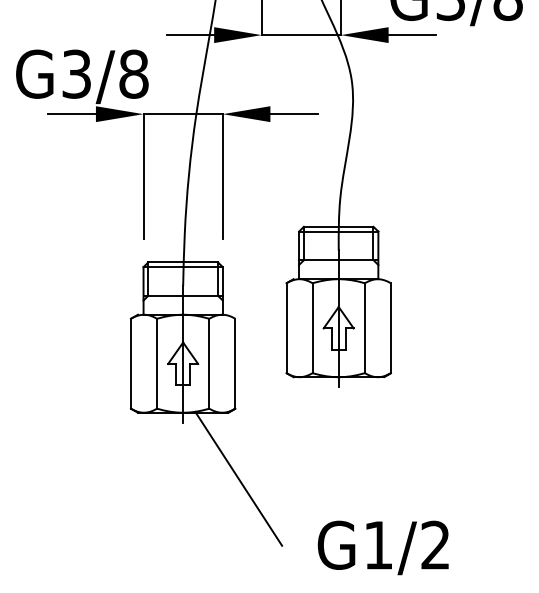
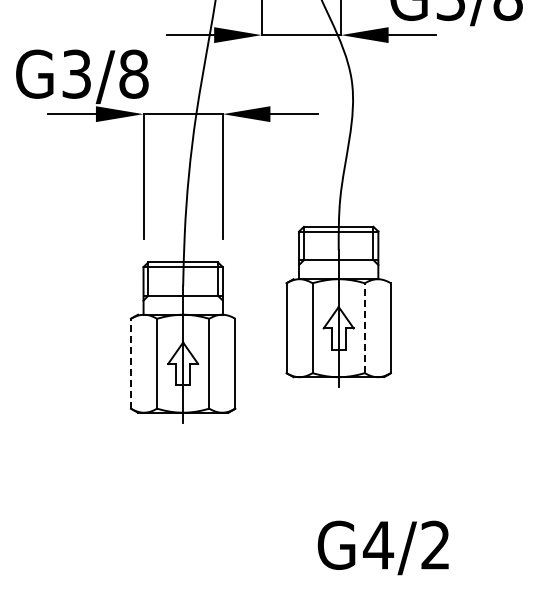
line at (364, 328): solid -> dashed
line at (130, 363): solid -> dashed
line at (238, 478): present -> none
text at (378, 545): G1/2 -> G4/2
